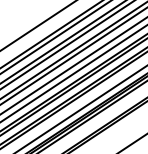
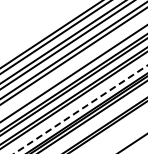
line at (37, 25): present -> none
line at (73, 65): present -> none
line at (81, 109): solid -> dashed
